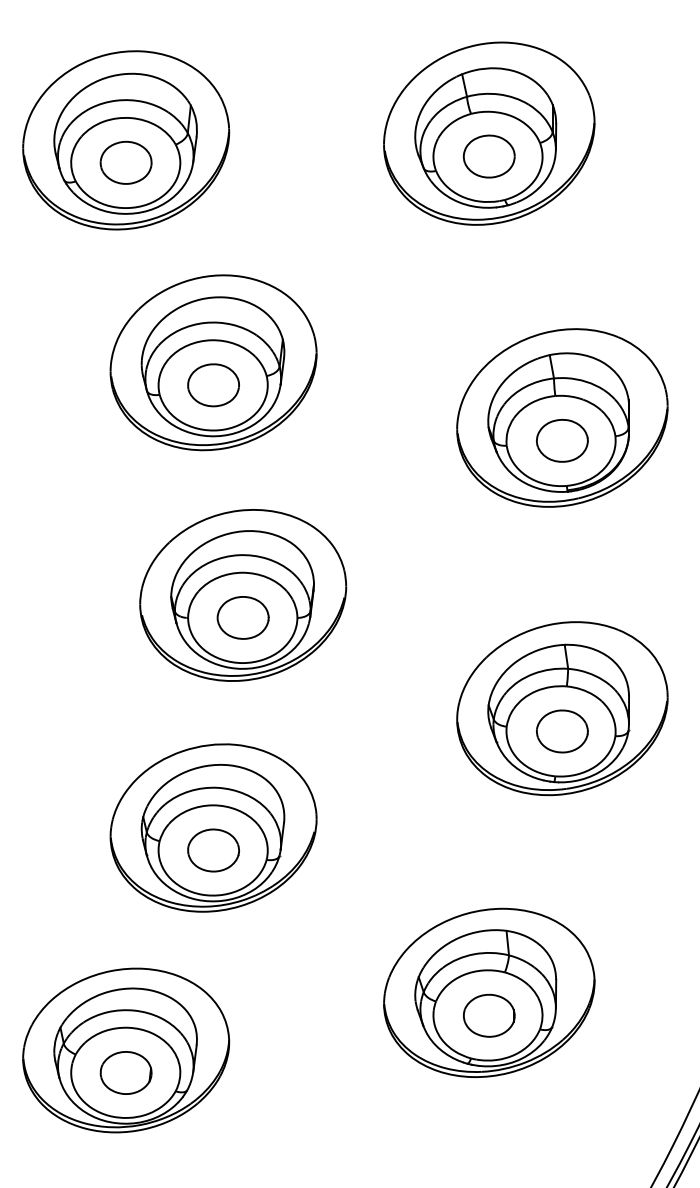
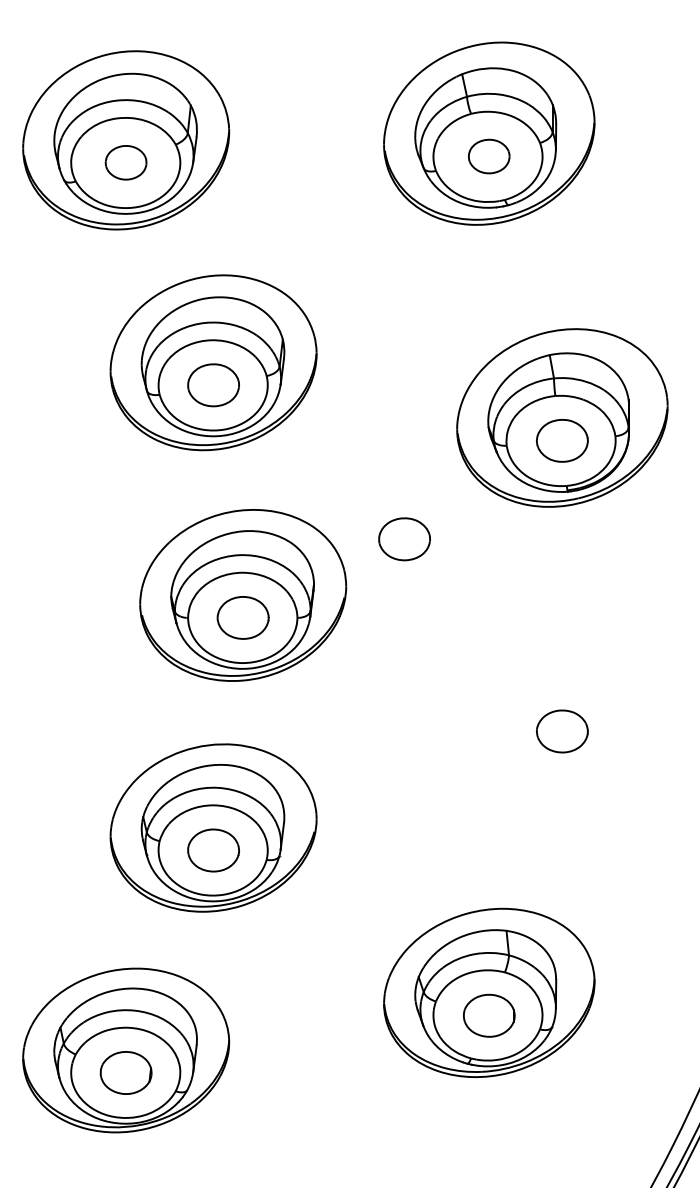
part at (488, 156) size: 54x45 px -> 43x37 px
part at (125, 162) size: 54x45 px -> 44x36 px
part at (404, 539): none -> present
part at (562, 708): present -> none
